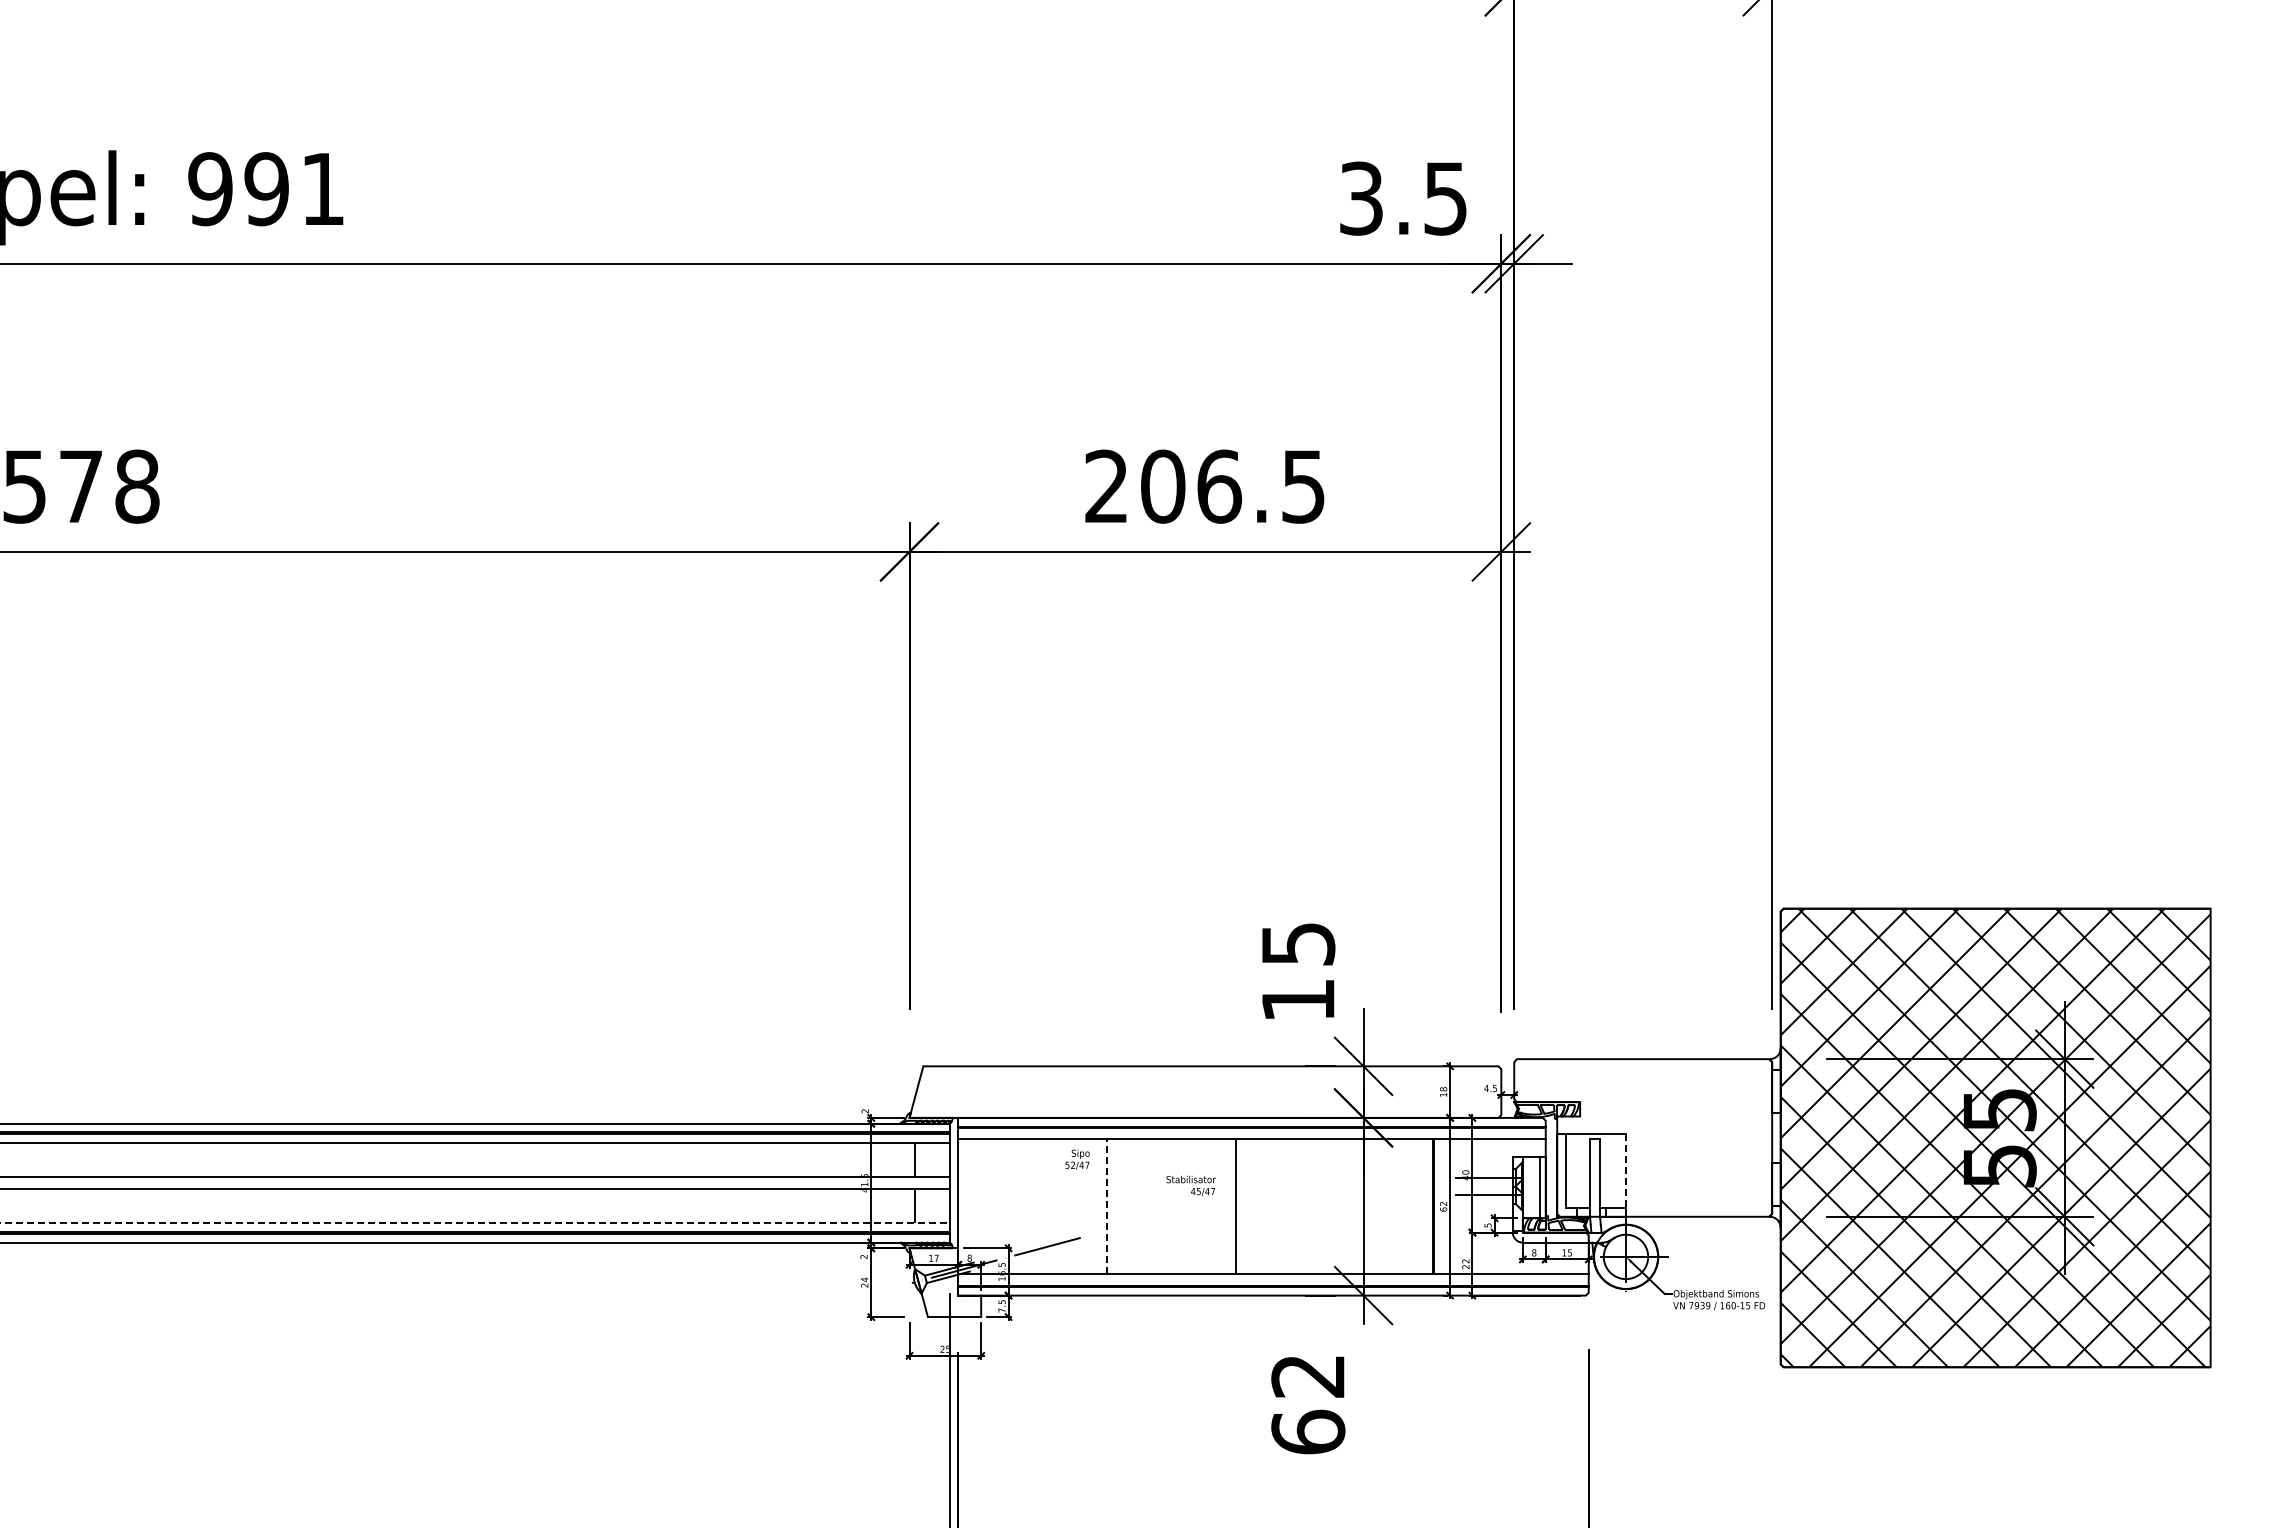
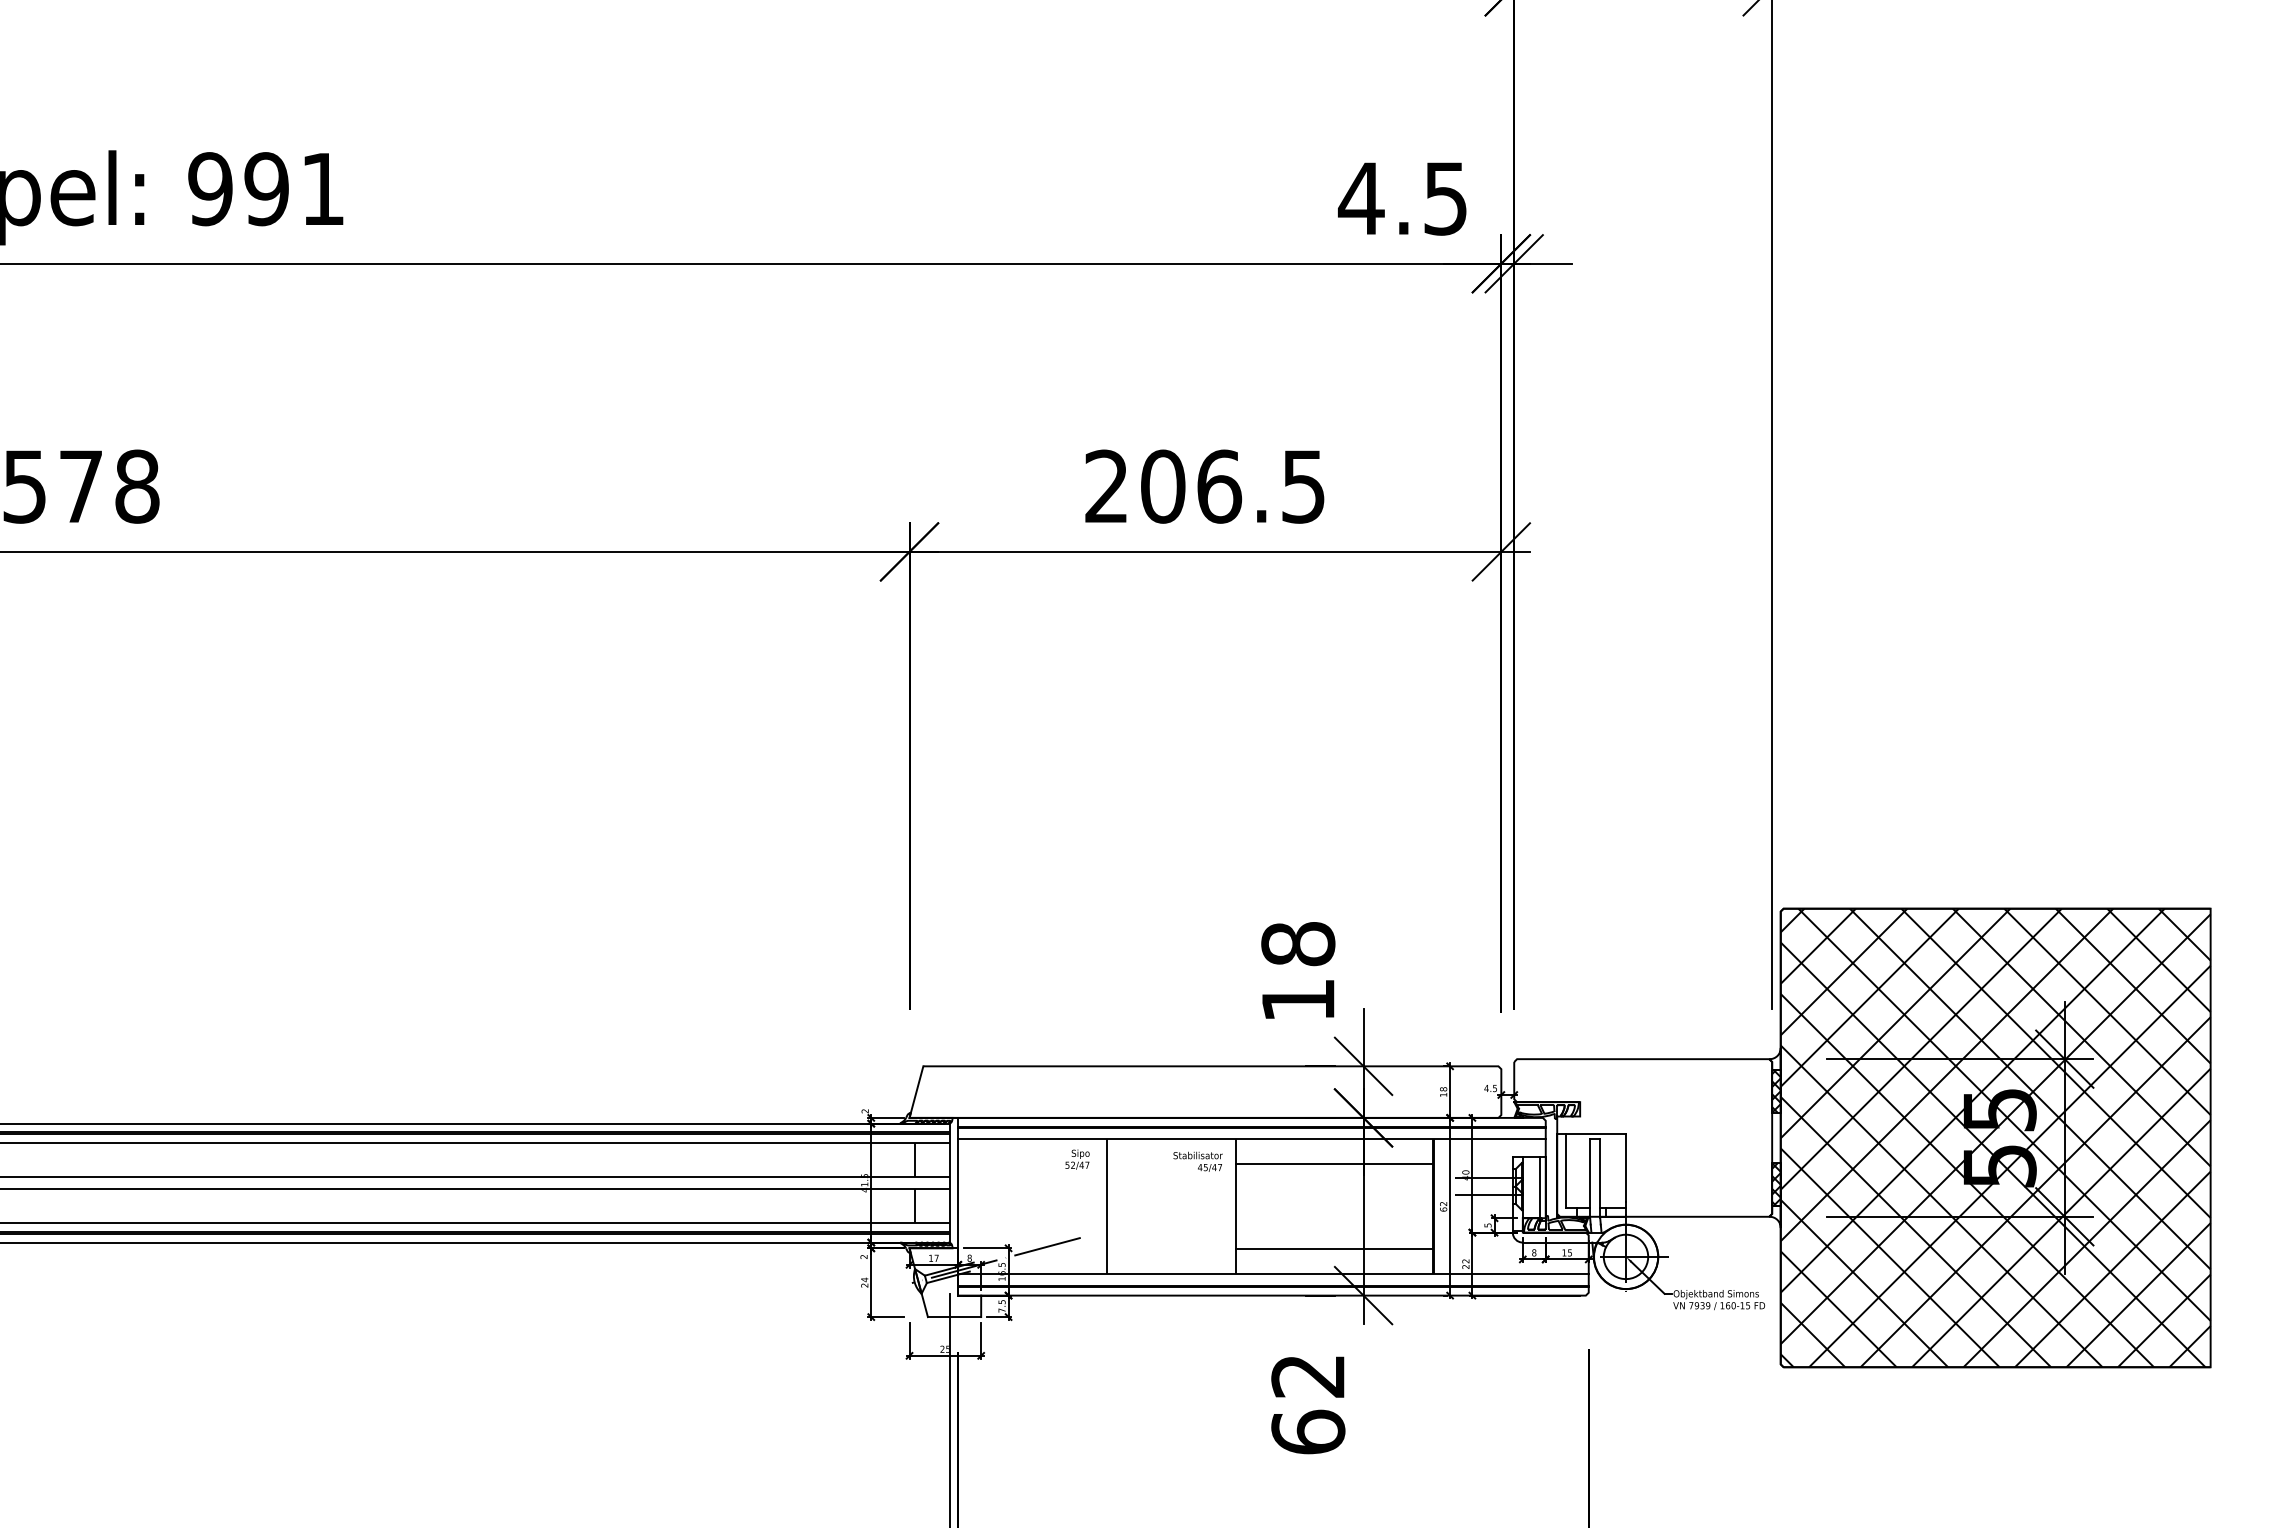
text at (1360, 198): 3.5 -> 4.5
text at (1298, 944): 15 -> 18
hatch at (1776, 1090): none -> present
line at (1334, 1163): none -> present
line at (1626, 1168): dashed -> solid
hatch at (1776, 1184): none -> present
text at (1190, 1185) position: (1190, 1185) -> (1197, 1161)
line at (1107, 1206): dashed -> solid
line at (475, 1223): dashed -> solid
line at (1334, 1248): none -> present
